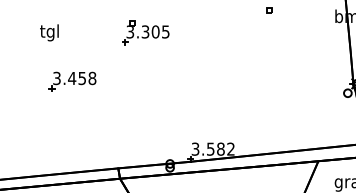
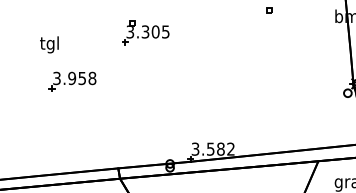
text at (49, 32) position: (49, 32) -> (49, 44)
text at (72, 78): 3.458 -> 3.958
